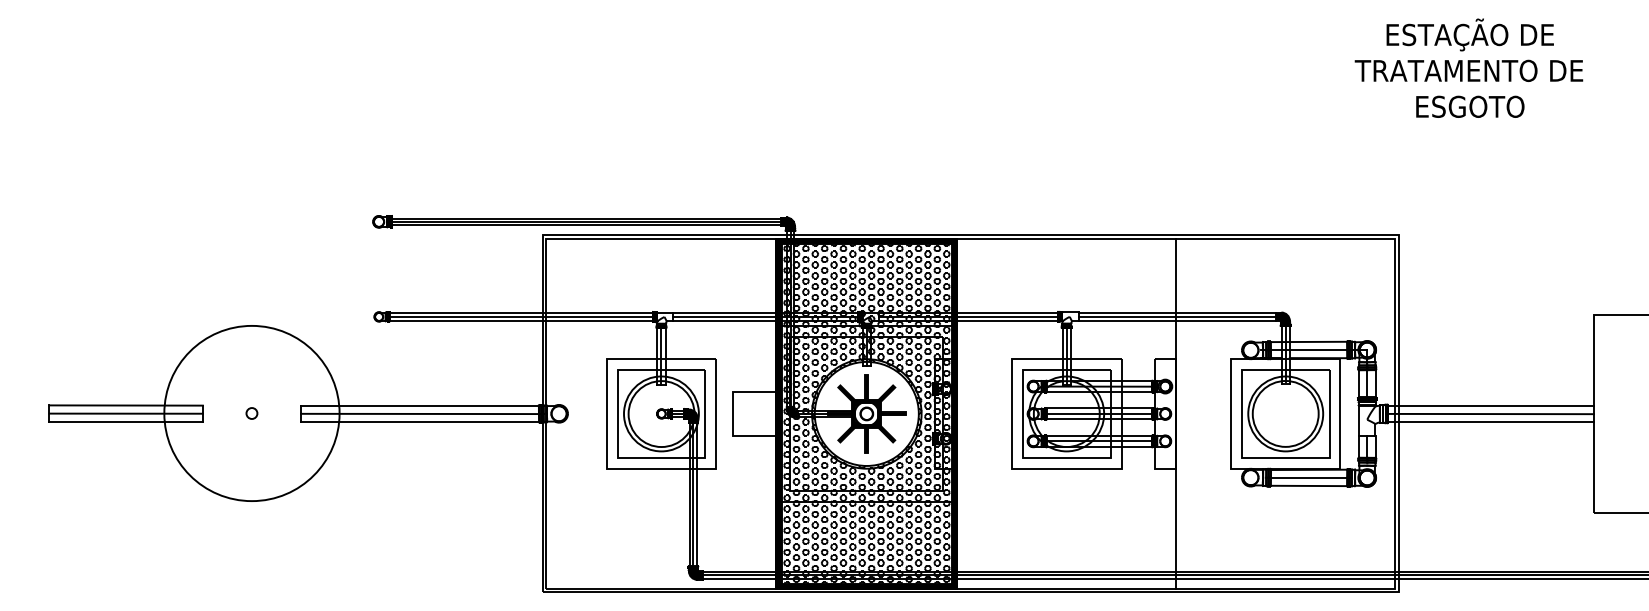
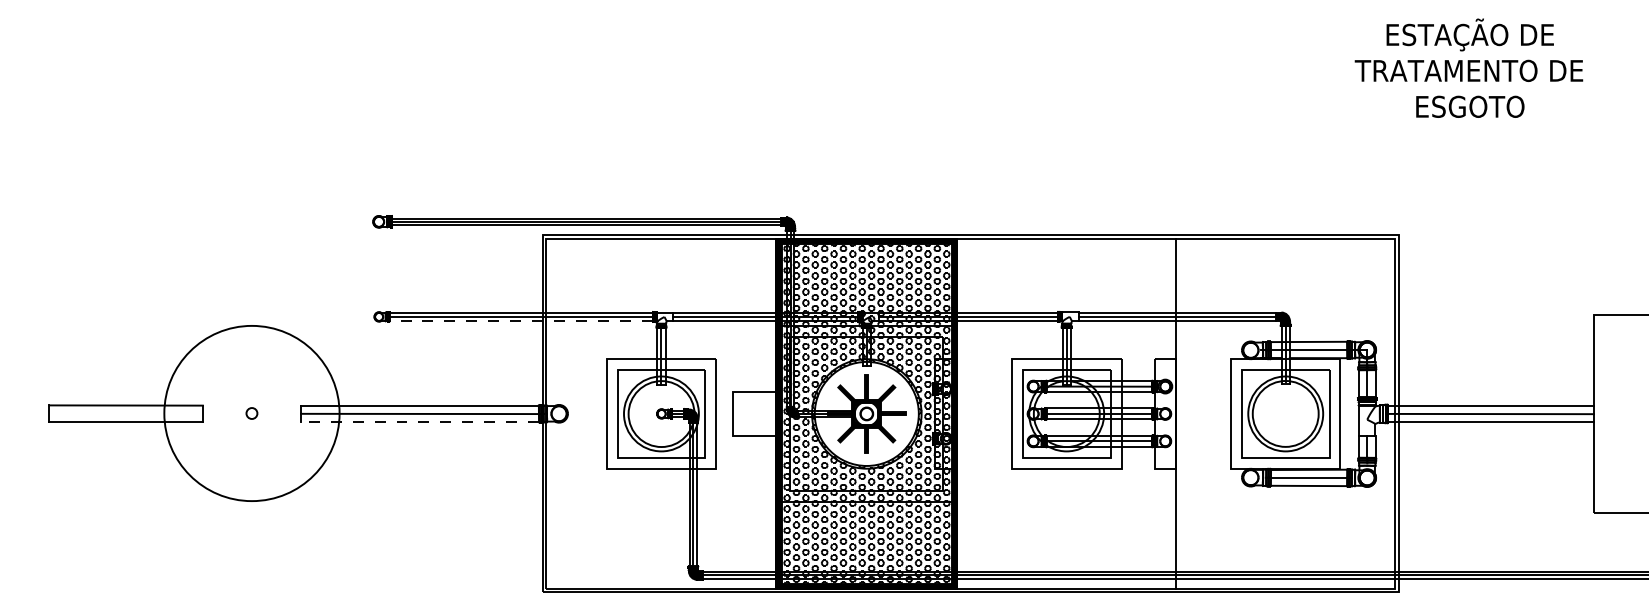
line at (520, 321): solid -> dashed
line at (125, 413): present -> none
line at (419, 421): solid -> dashed
